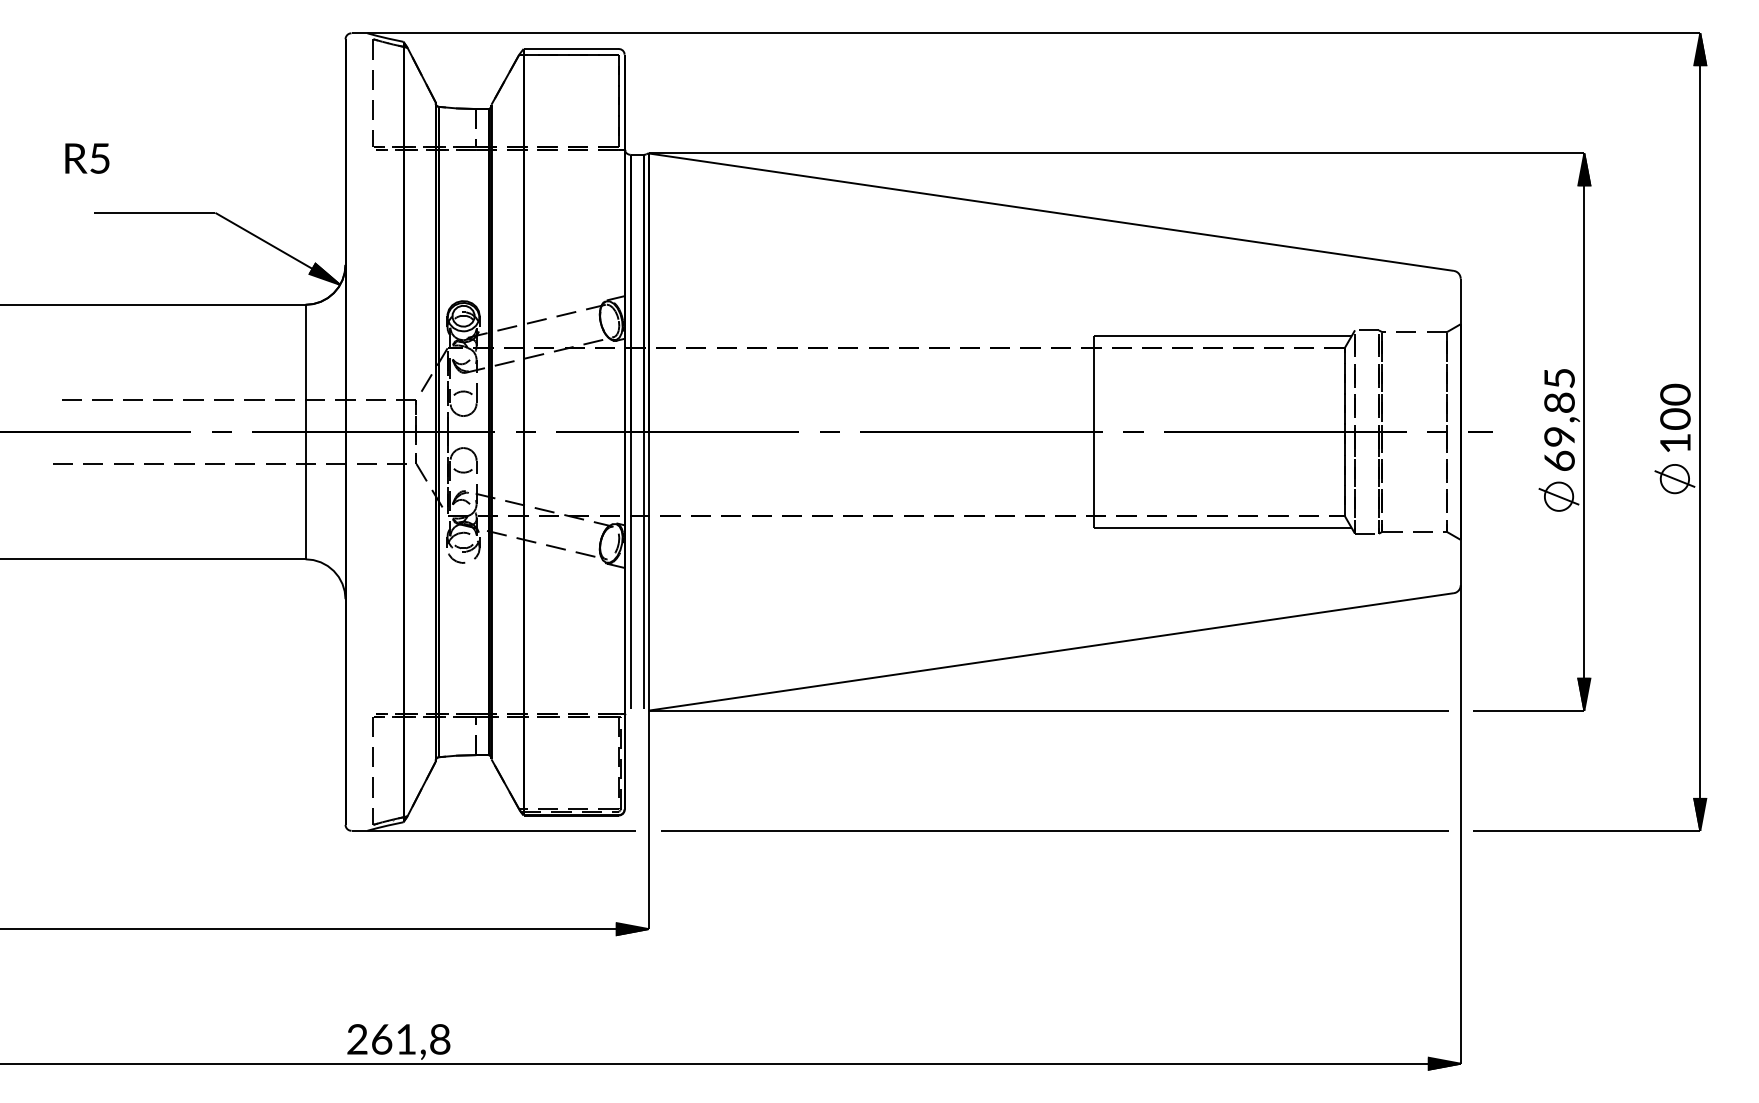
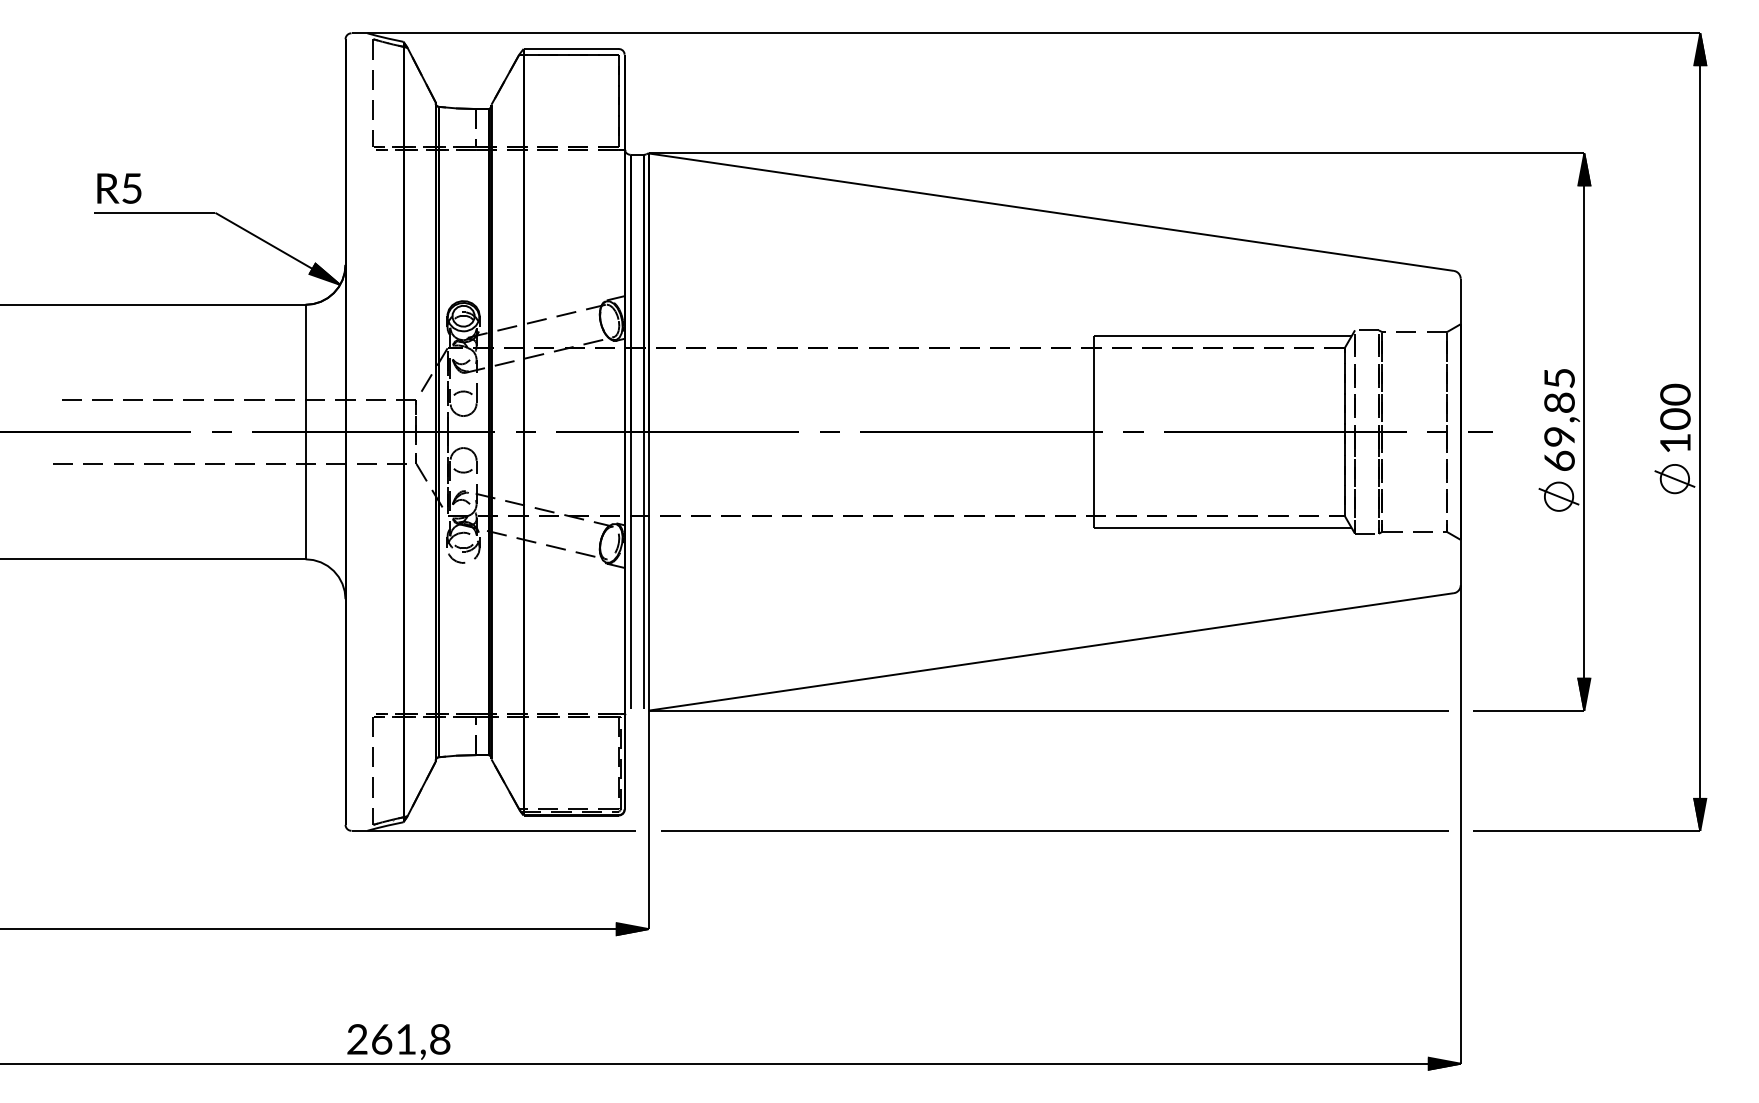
text at (87, 158) position: (87, 158) -> (119, 188)
